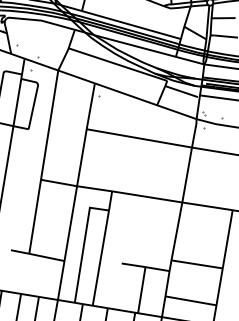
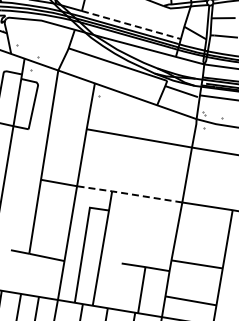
line at (131, 25): solid -> dashed
line at (128, 194): solid -> dashed
